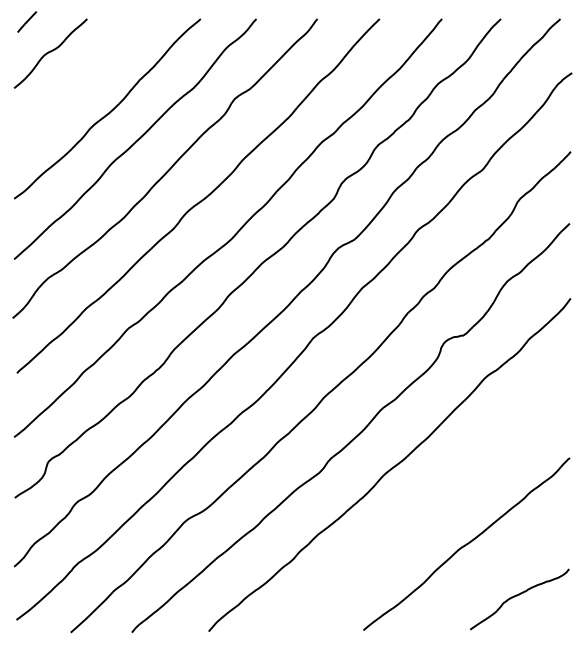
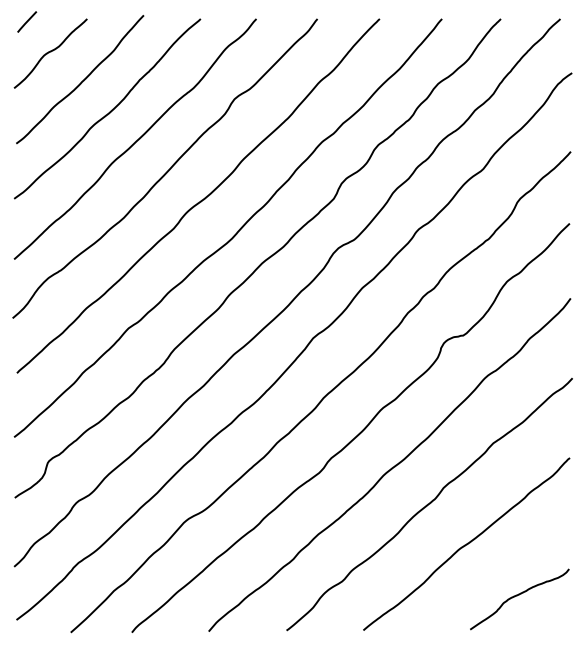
curve at (82, 80): none -> present
curve at (429, 504): none -> present
